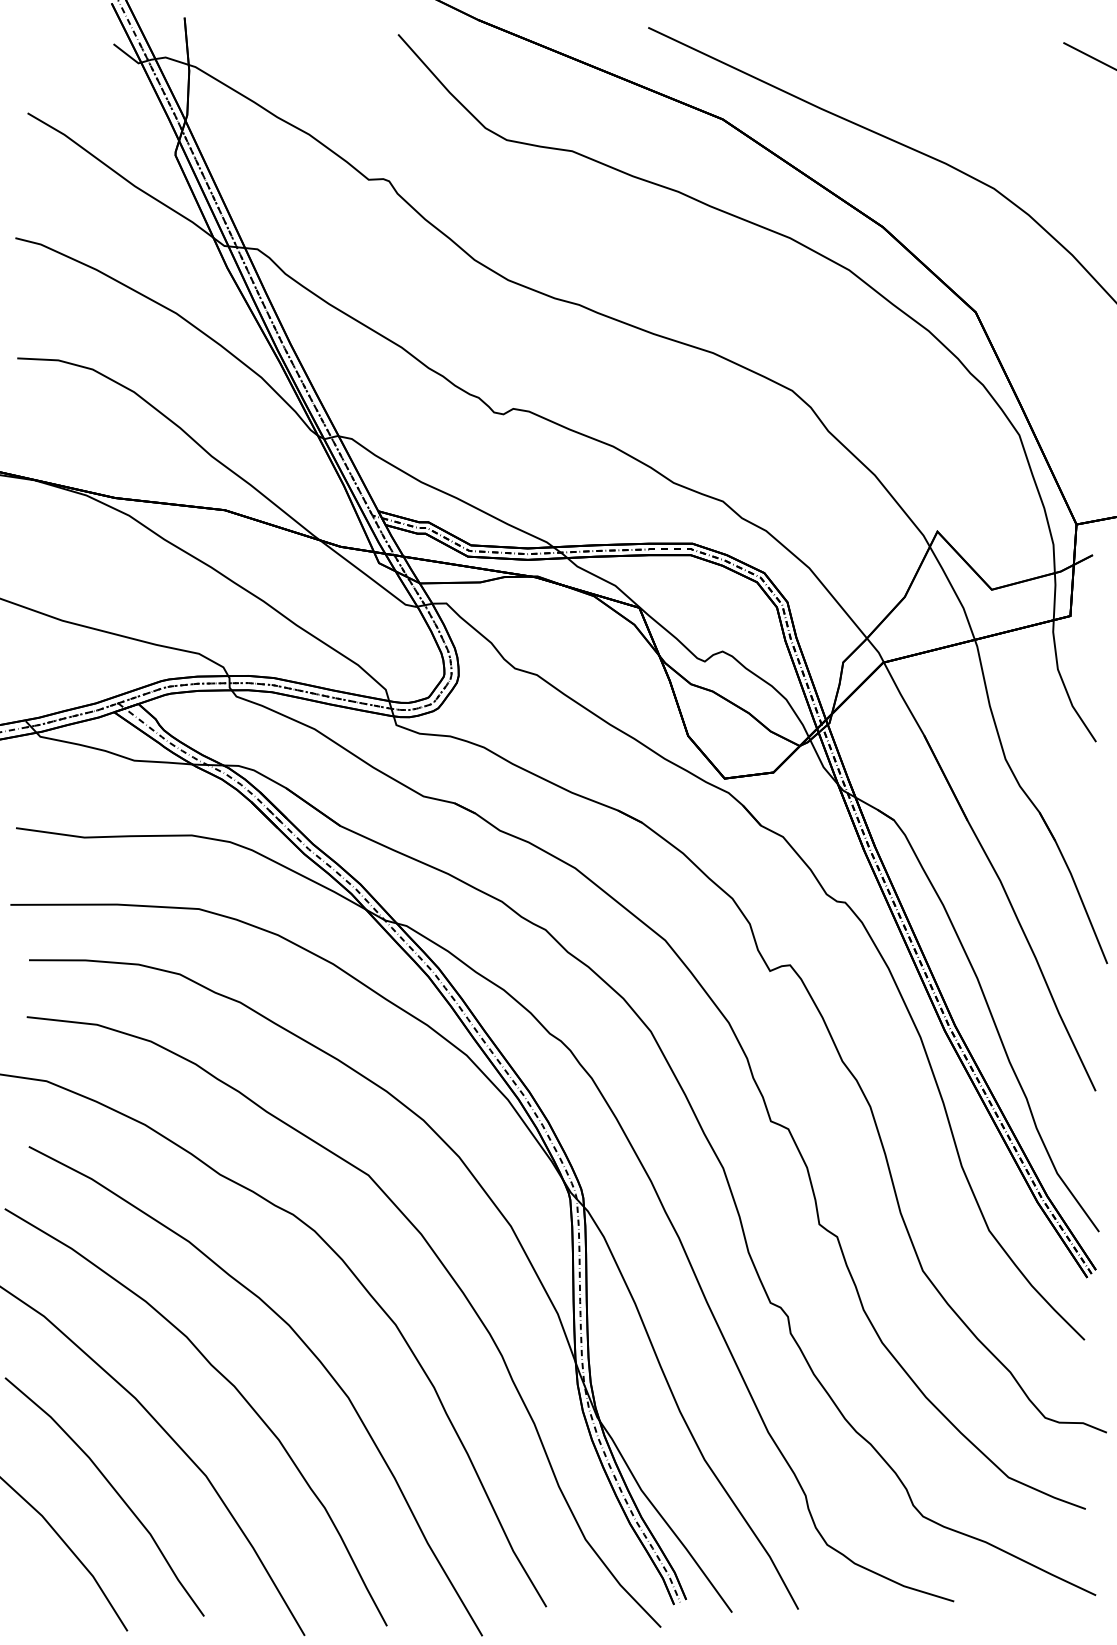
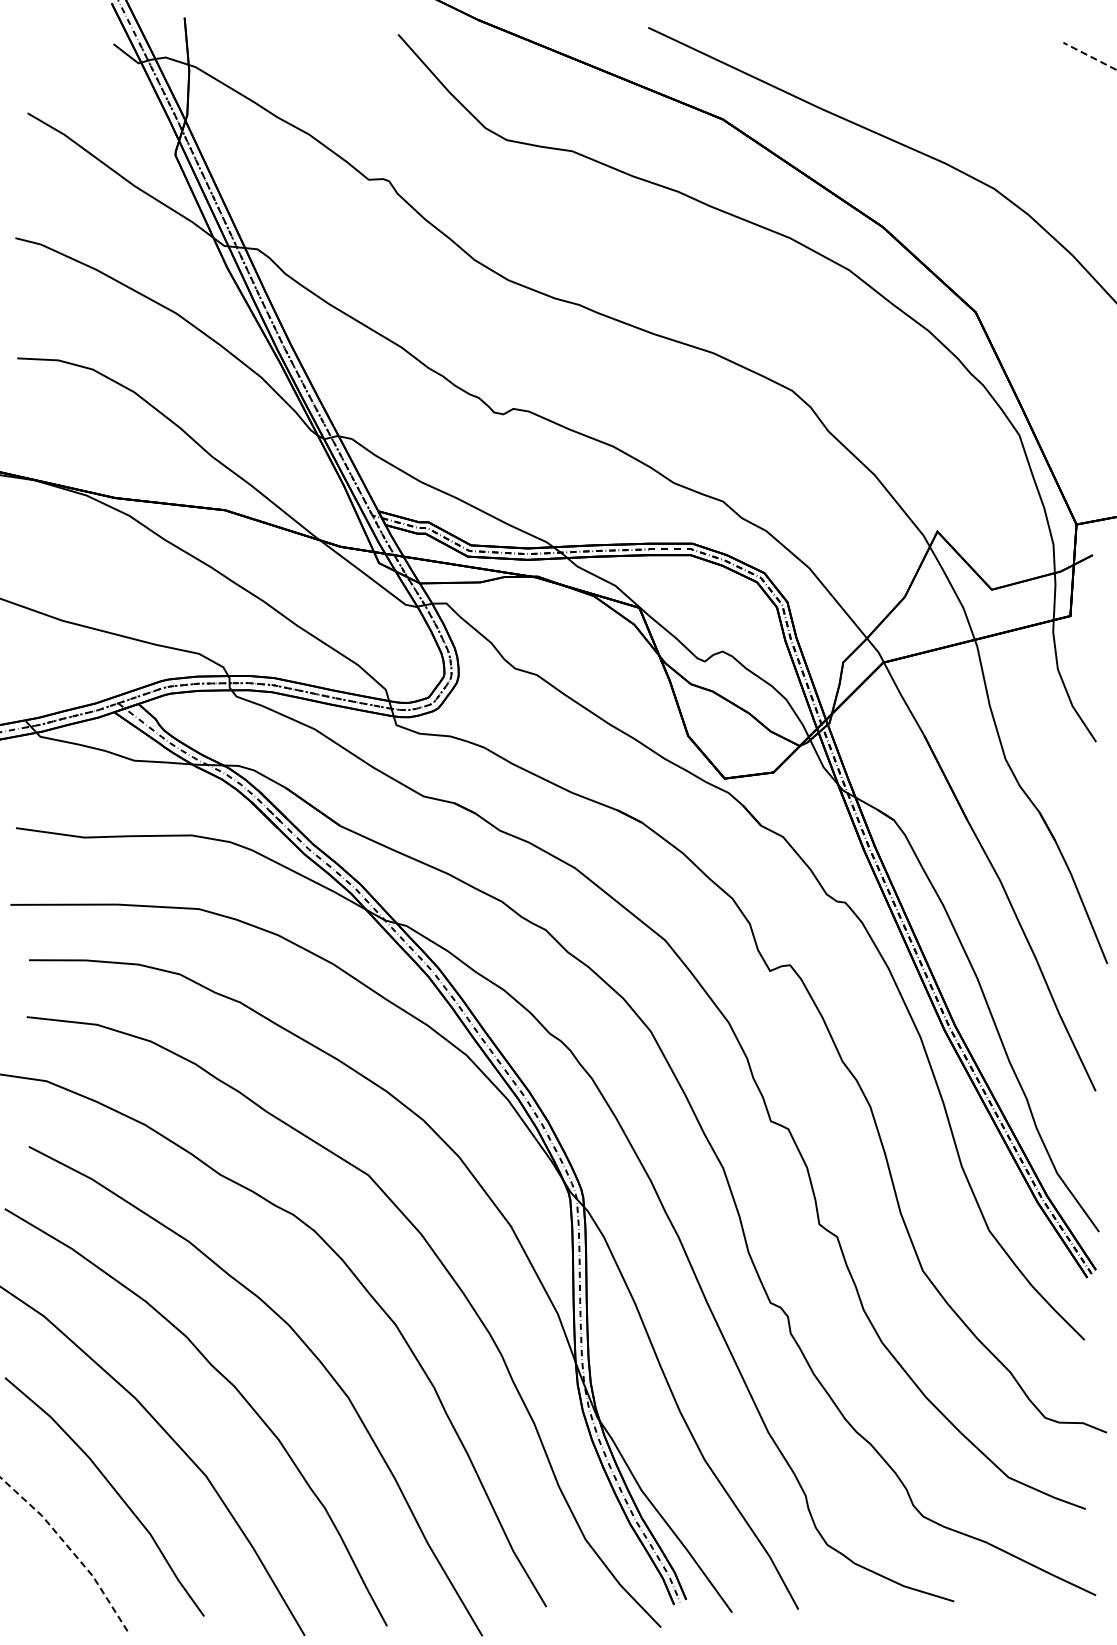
line at (1089, 56): solid -> dashed
line at (69, 1548): solid -> dashed
